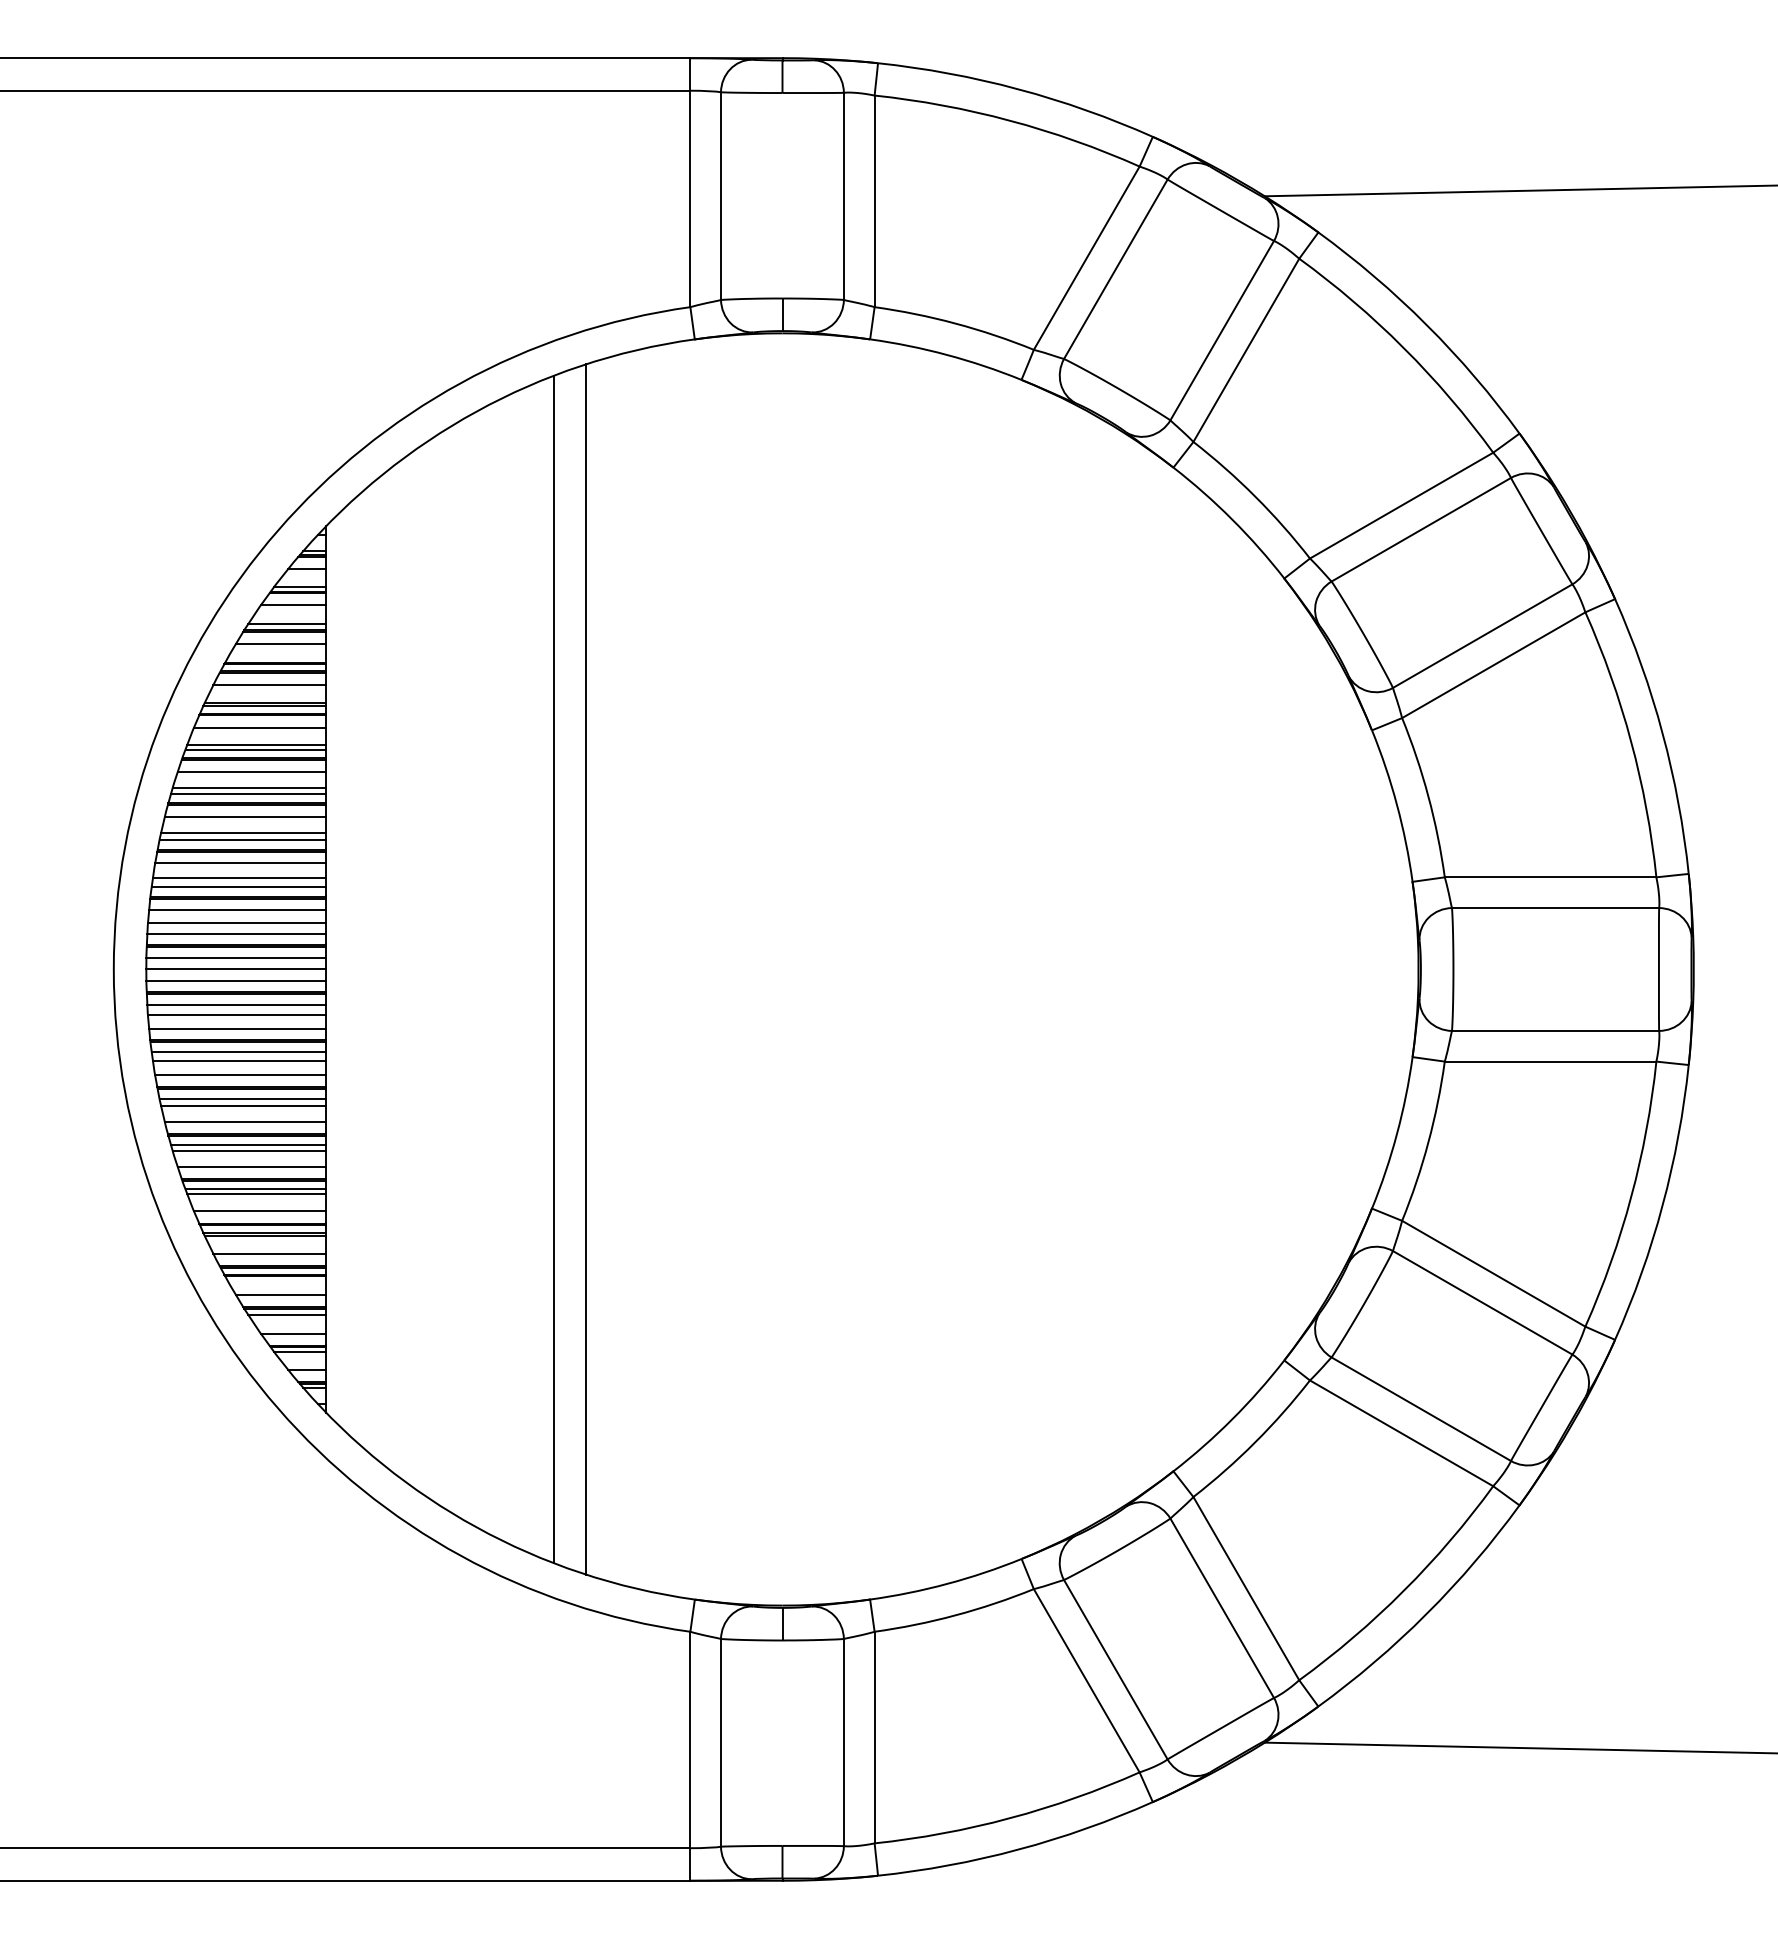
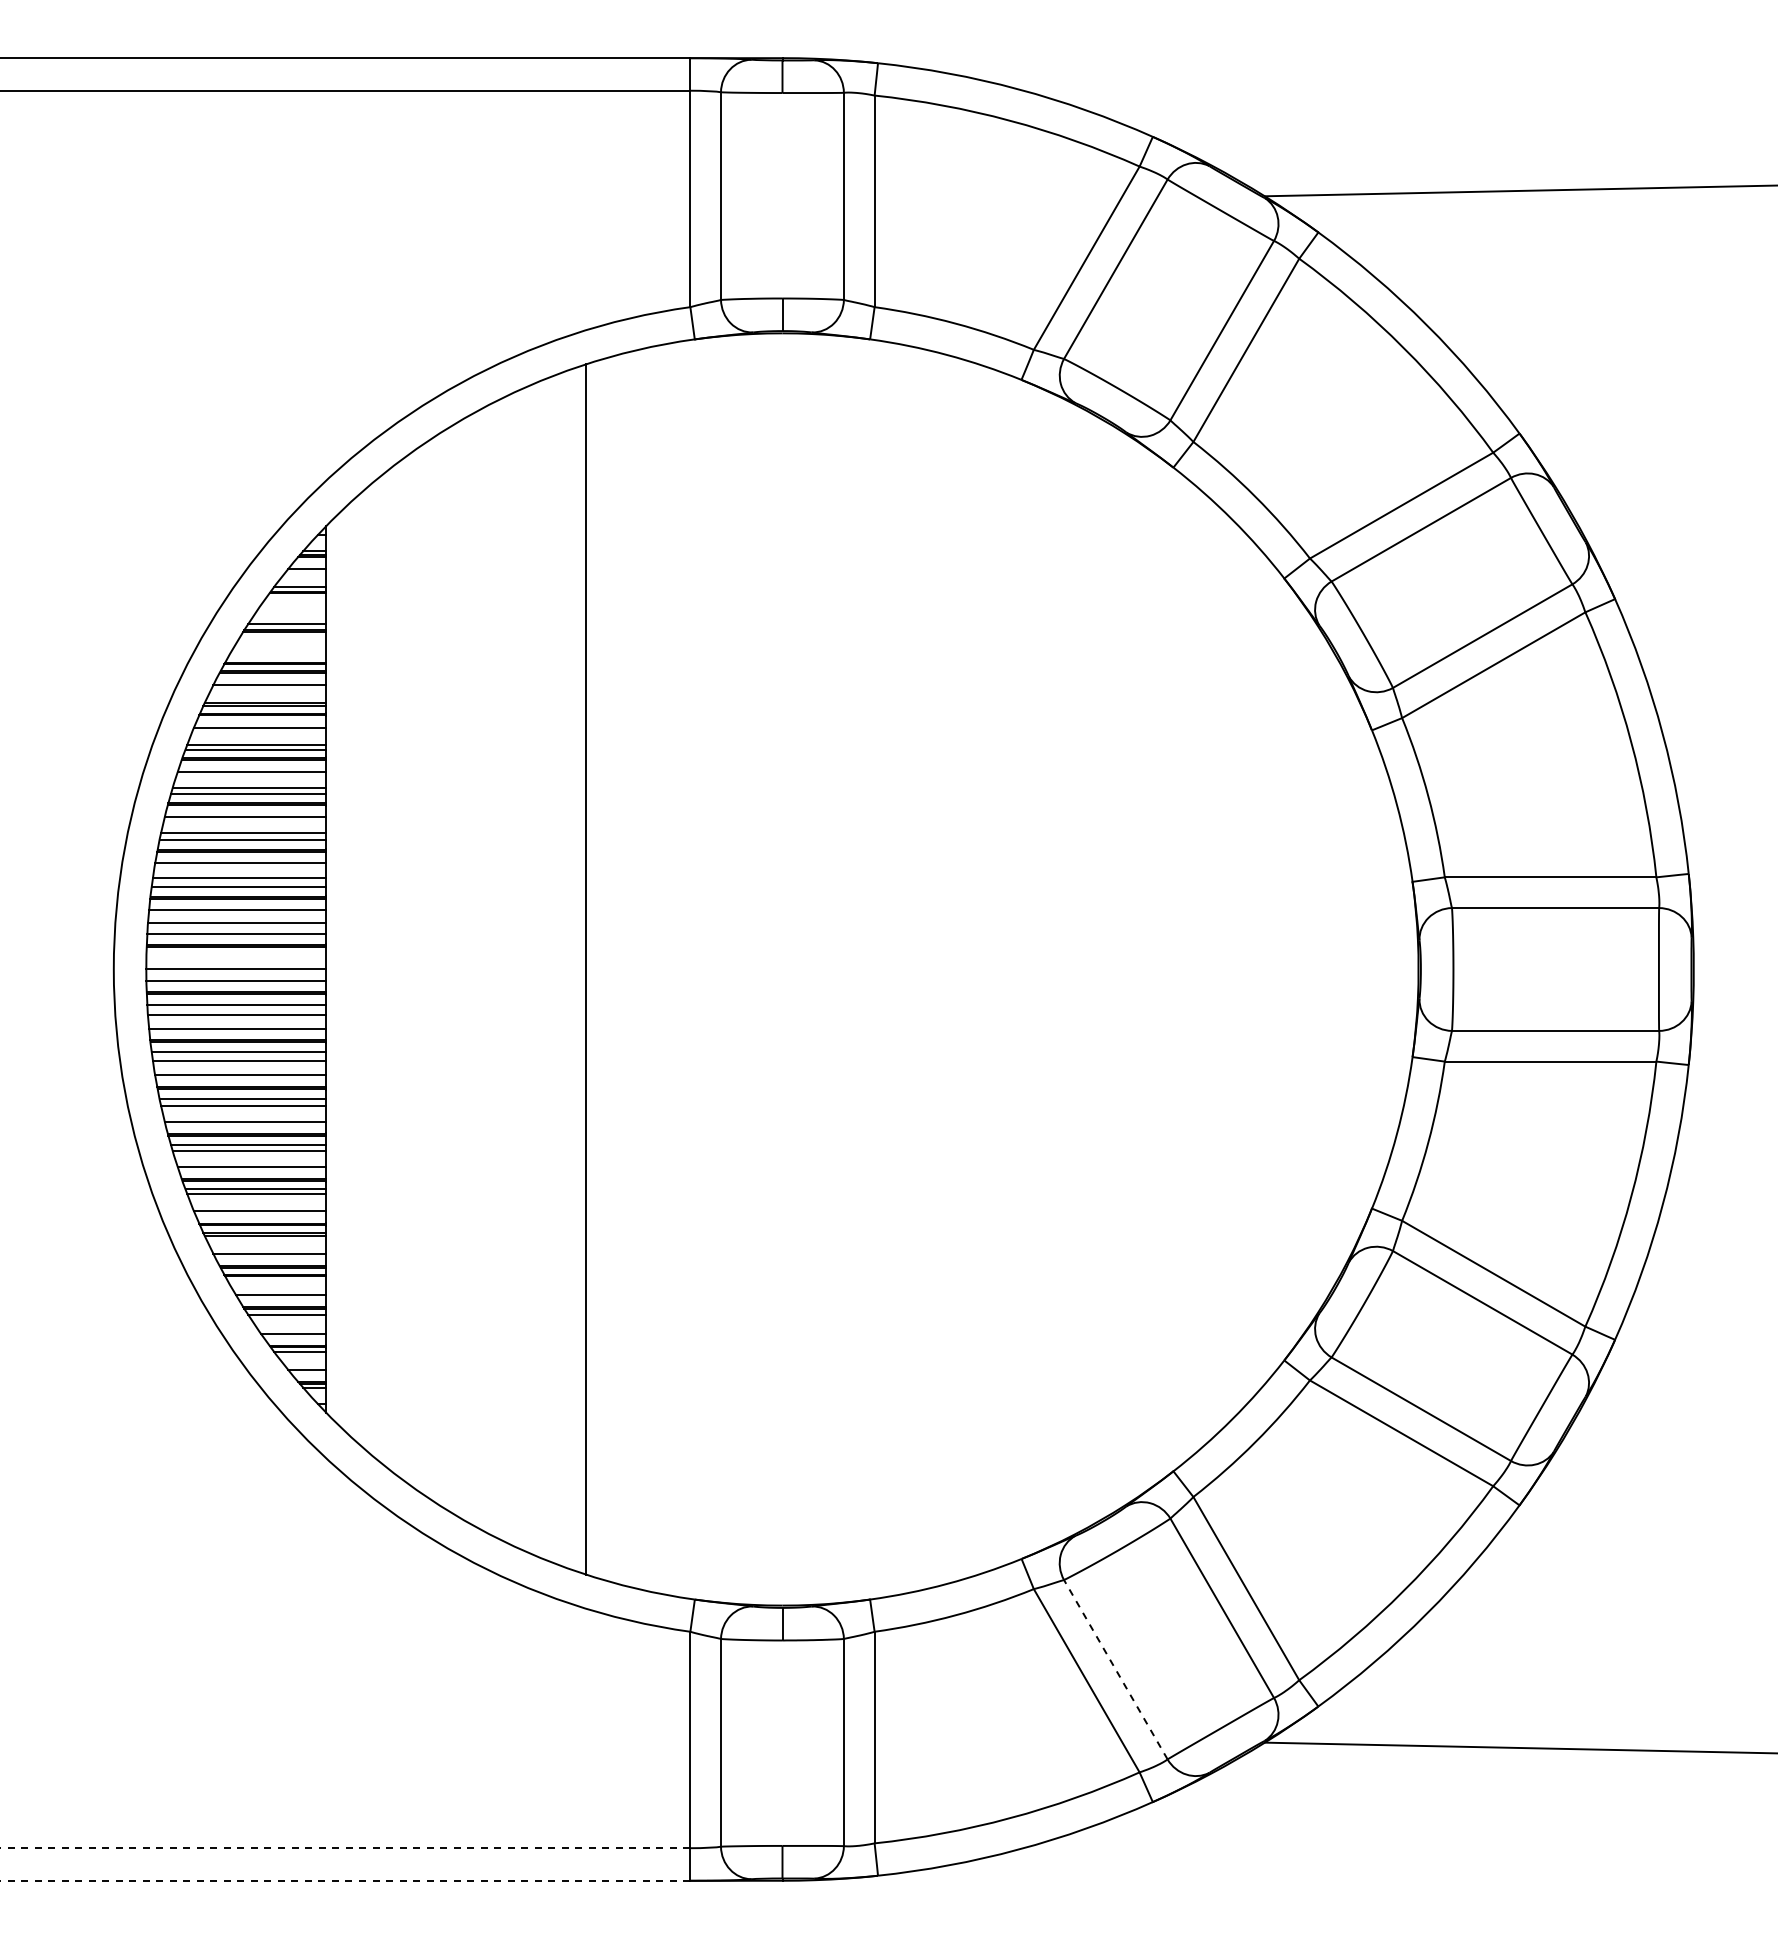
line at (293, 605): present -> none
line at (280, 644): present -> none
line at (236, 957): present -> none
line at (554, 969): present -> none
line at (1115, 1669): solid -> dashed
line at (345, 1848): solid -> dashed
line at (345, 1880): solid -> dashed
